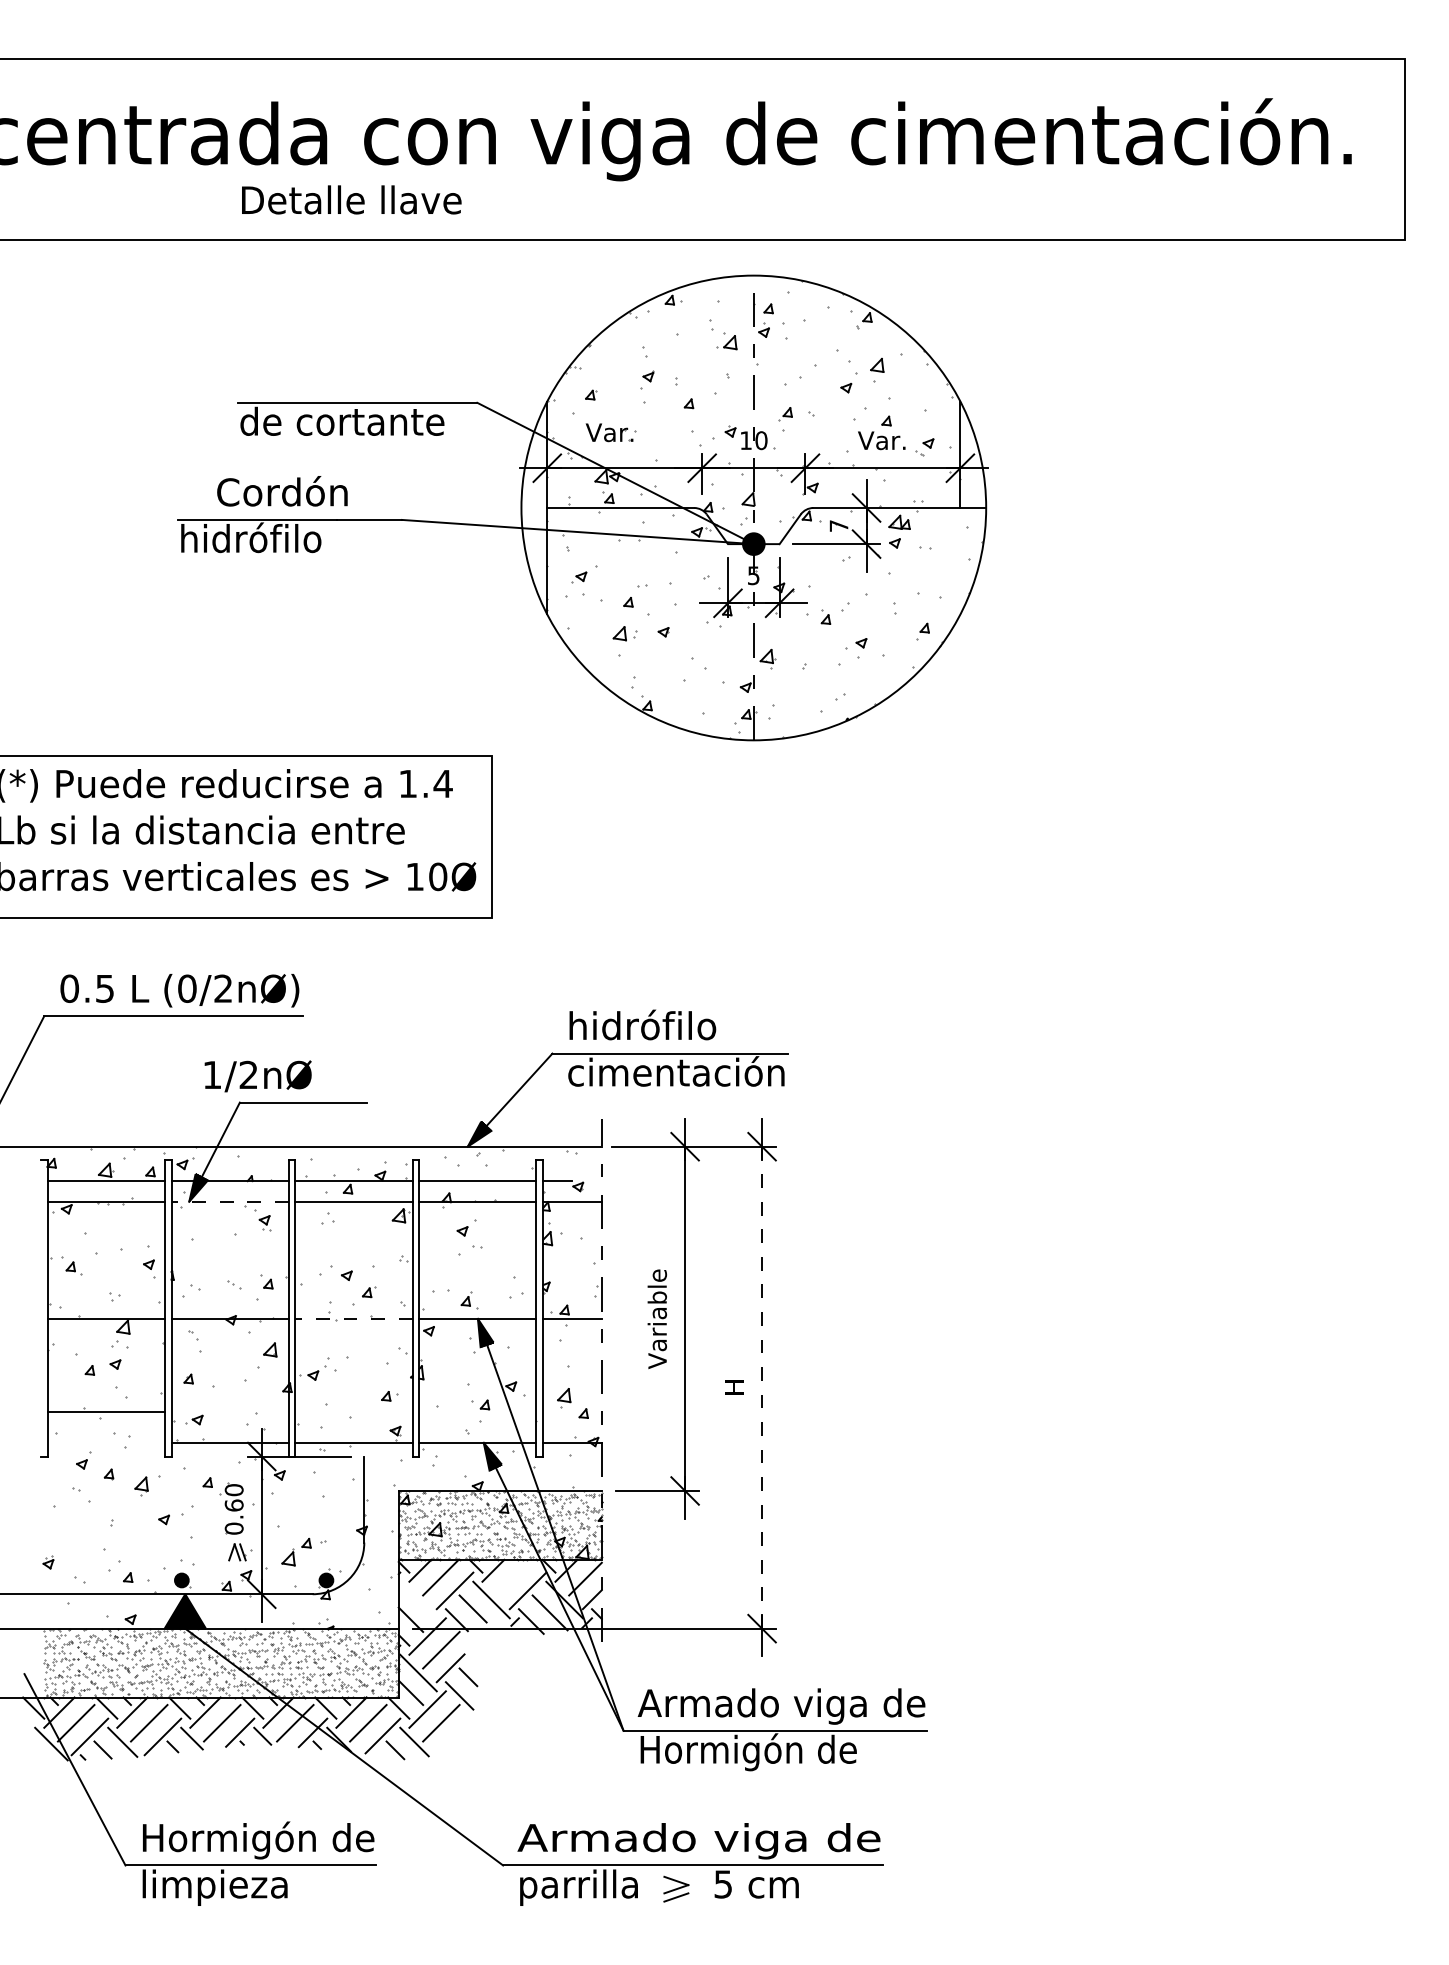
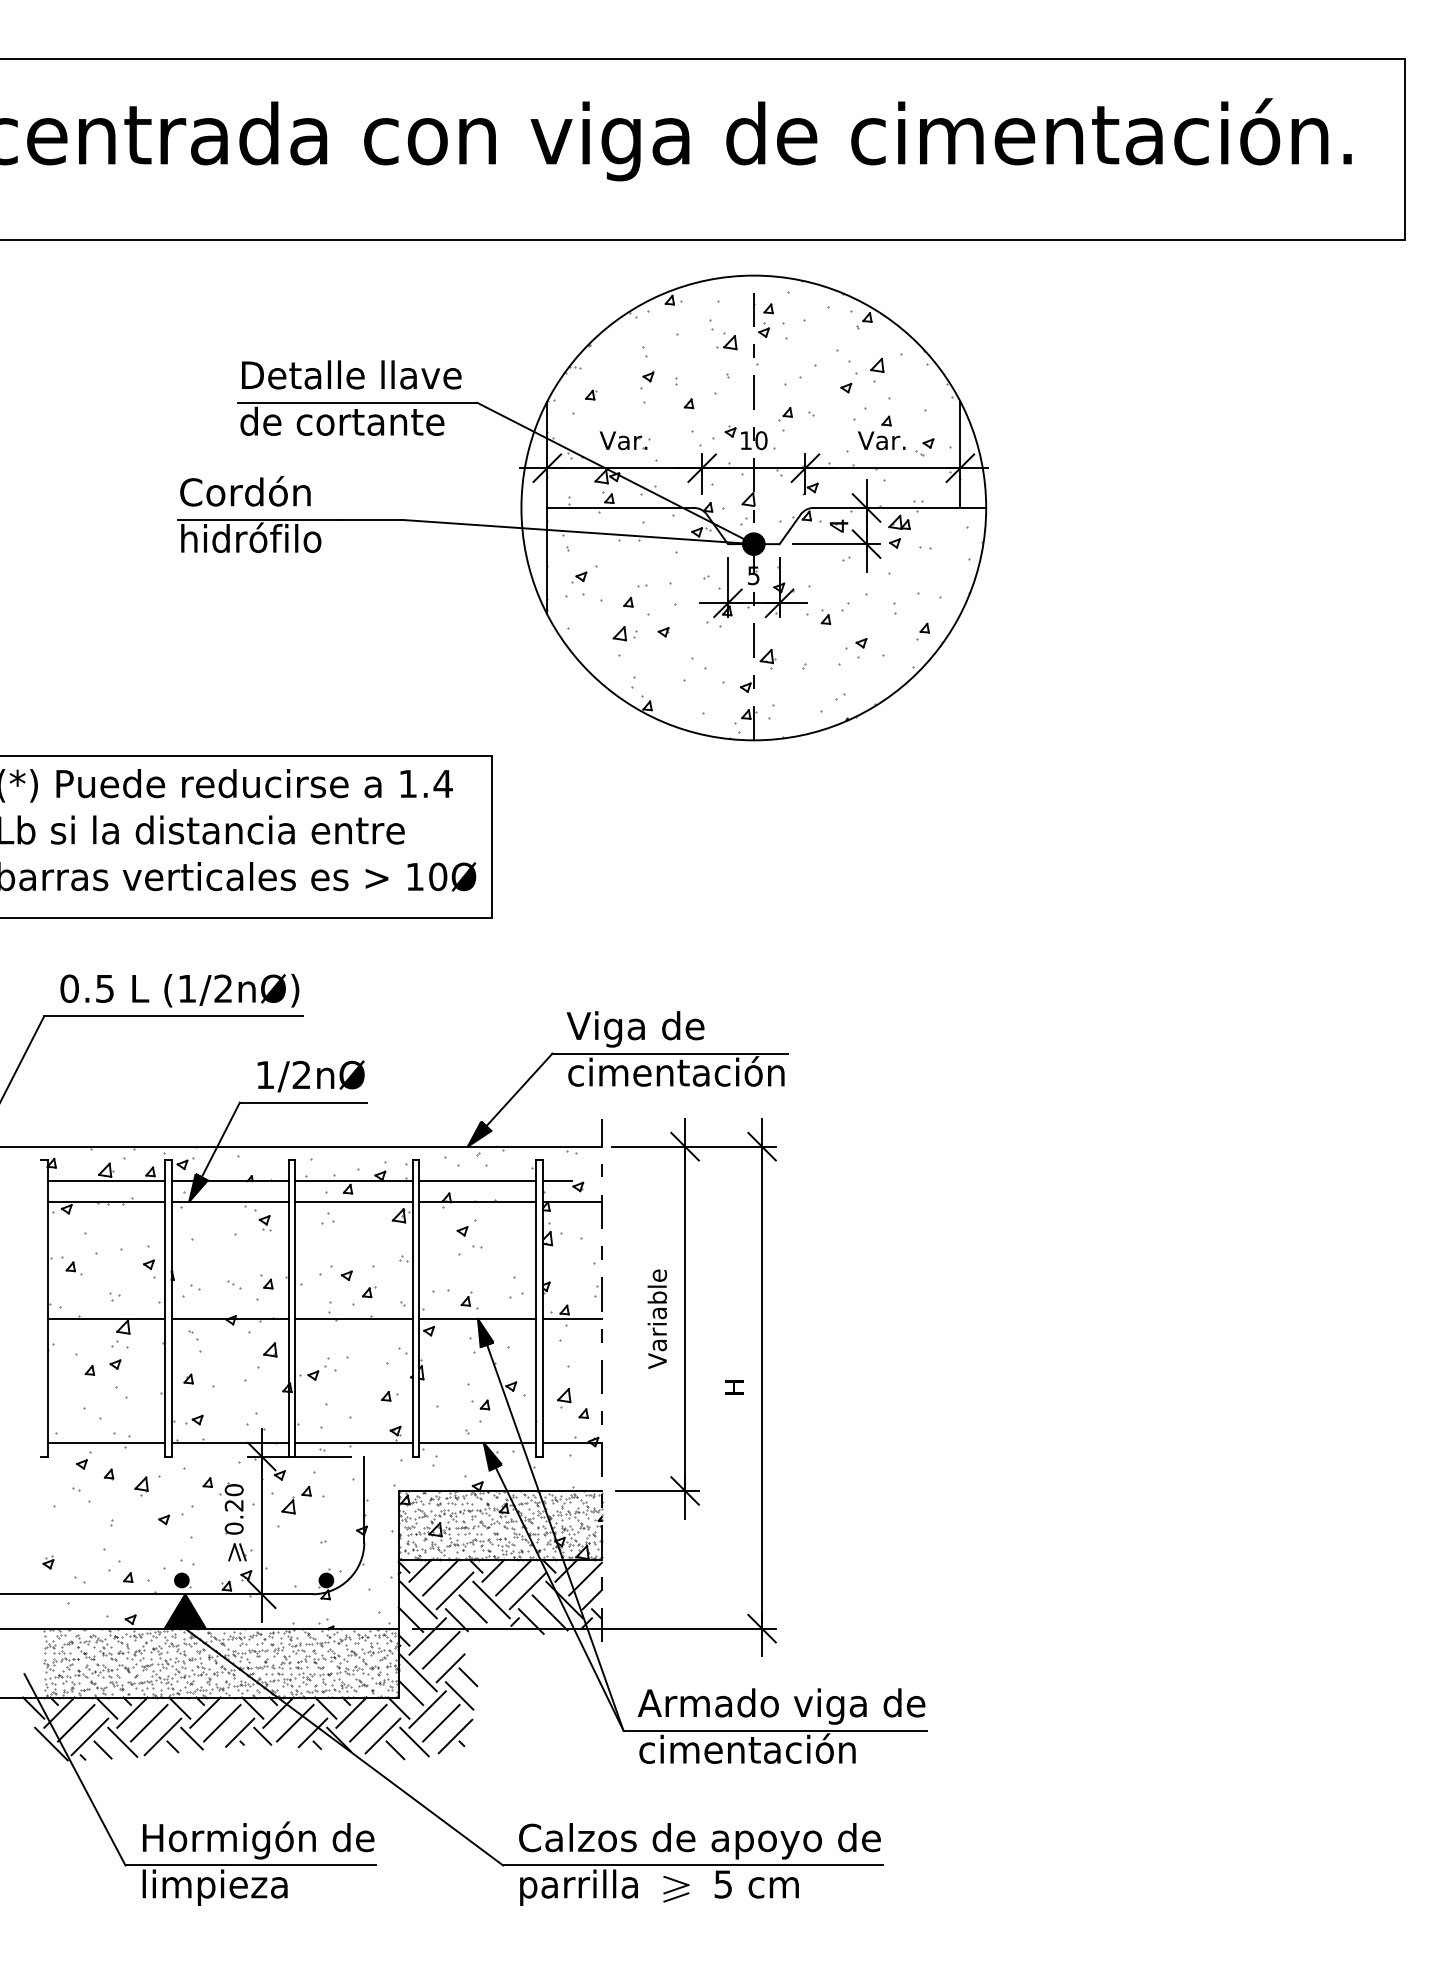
text at (351, 199) position: (351, 199) -> (351, 374)
part at (610, 432) position: (610, 432) -> (624, 440)
text at (282, 491) position: (282, 491) -> (245, 491)
text at (838, 525): 7 -> 4
text at (187, 988): (0/2nØ) -> (1/2nØ)
text at (641, 1028): hidrófilo -> Viga de
text at (257, 1076) position: (257, 1076) -> (310, 1076)
line at (230, 1201): dashed -> solid
line at (353, 1318): dashed -> solid
line at (762, 1387): dashed -> solid
line at (105, 1411) position: (105, 1411) -> (105, 1442)
text at (233, 1505): 0.60 -> 0.20
part at (296, 1551) position: (296, 1551) -> (296, 1499)
line at (513, 1577): none -> present
line at (418, 1599): none -> present
part at (455, 1736): none -> present
text at (747, 1752): Hormigón de -> cimentación
text at (698, 1841): Armado viga de -> Calzos de apoyo de
